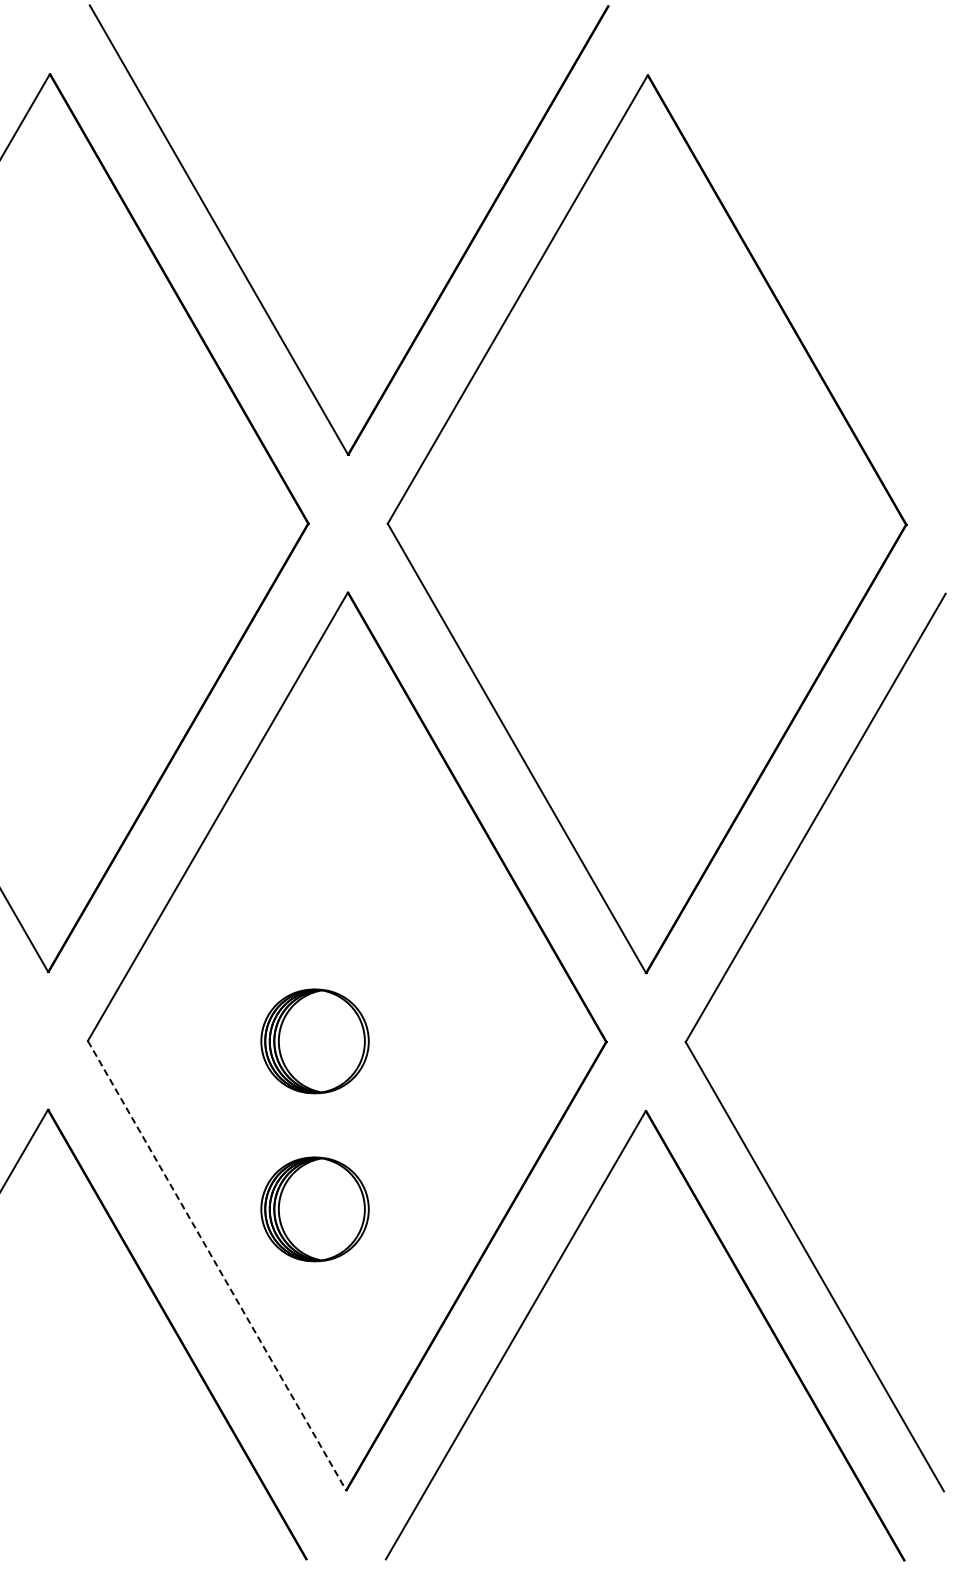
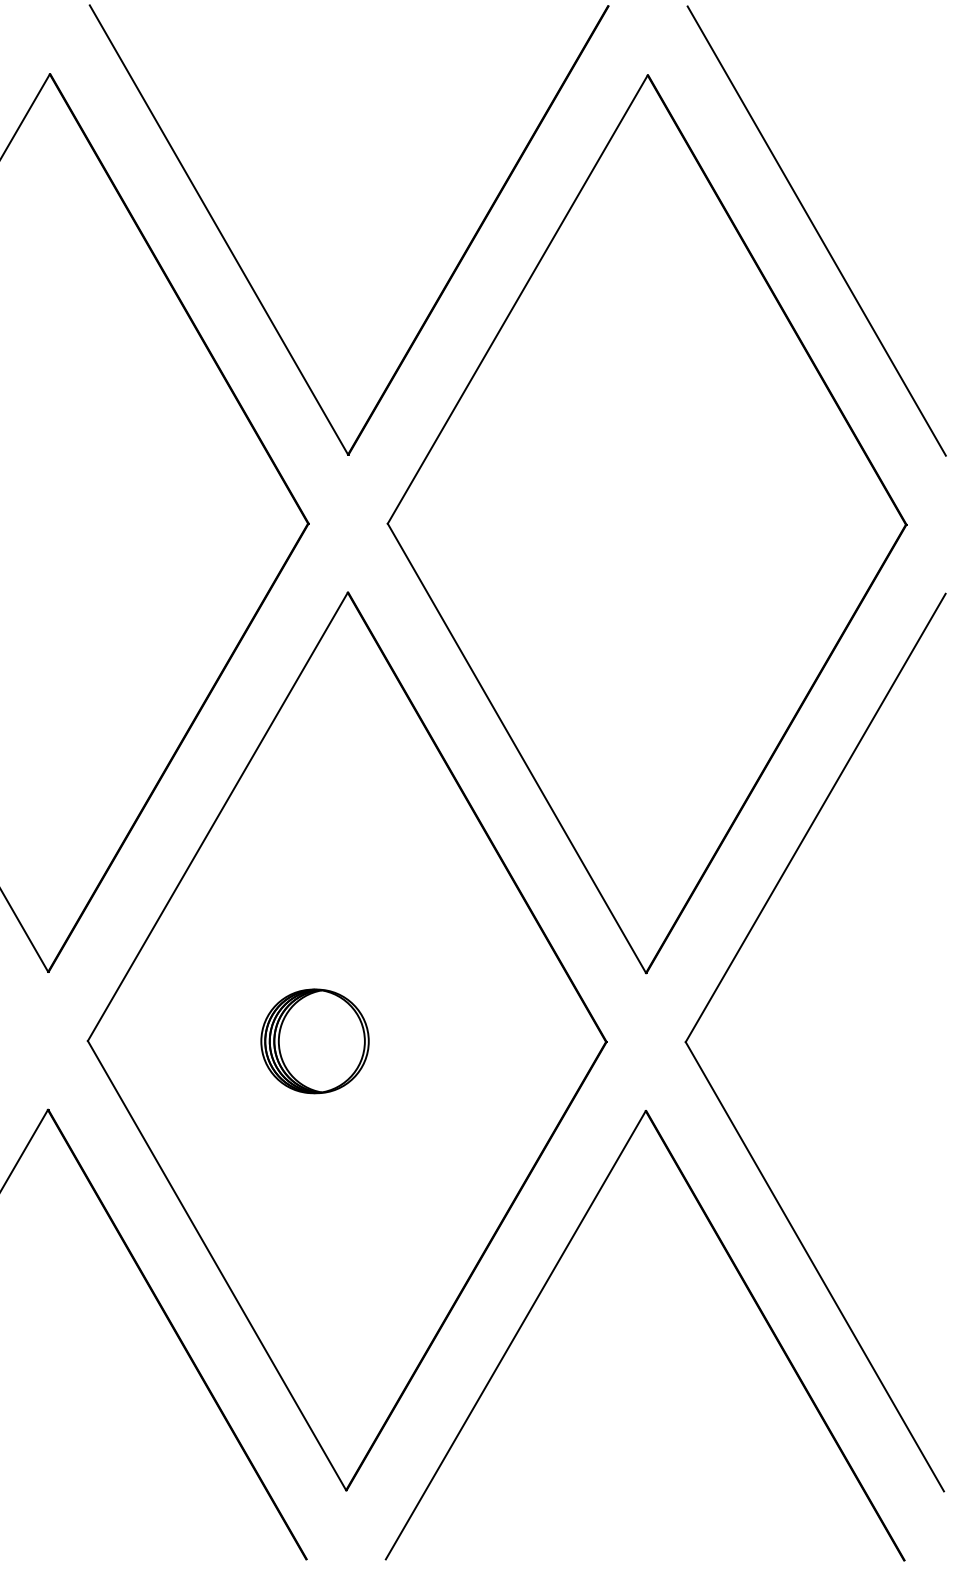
line at (816, 230): none -> present
part at (314, 1209): present -> none
line at (217, 1266): dashed -> solid
